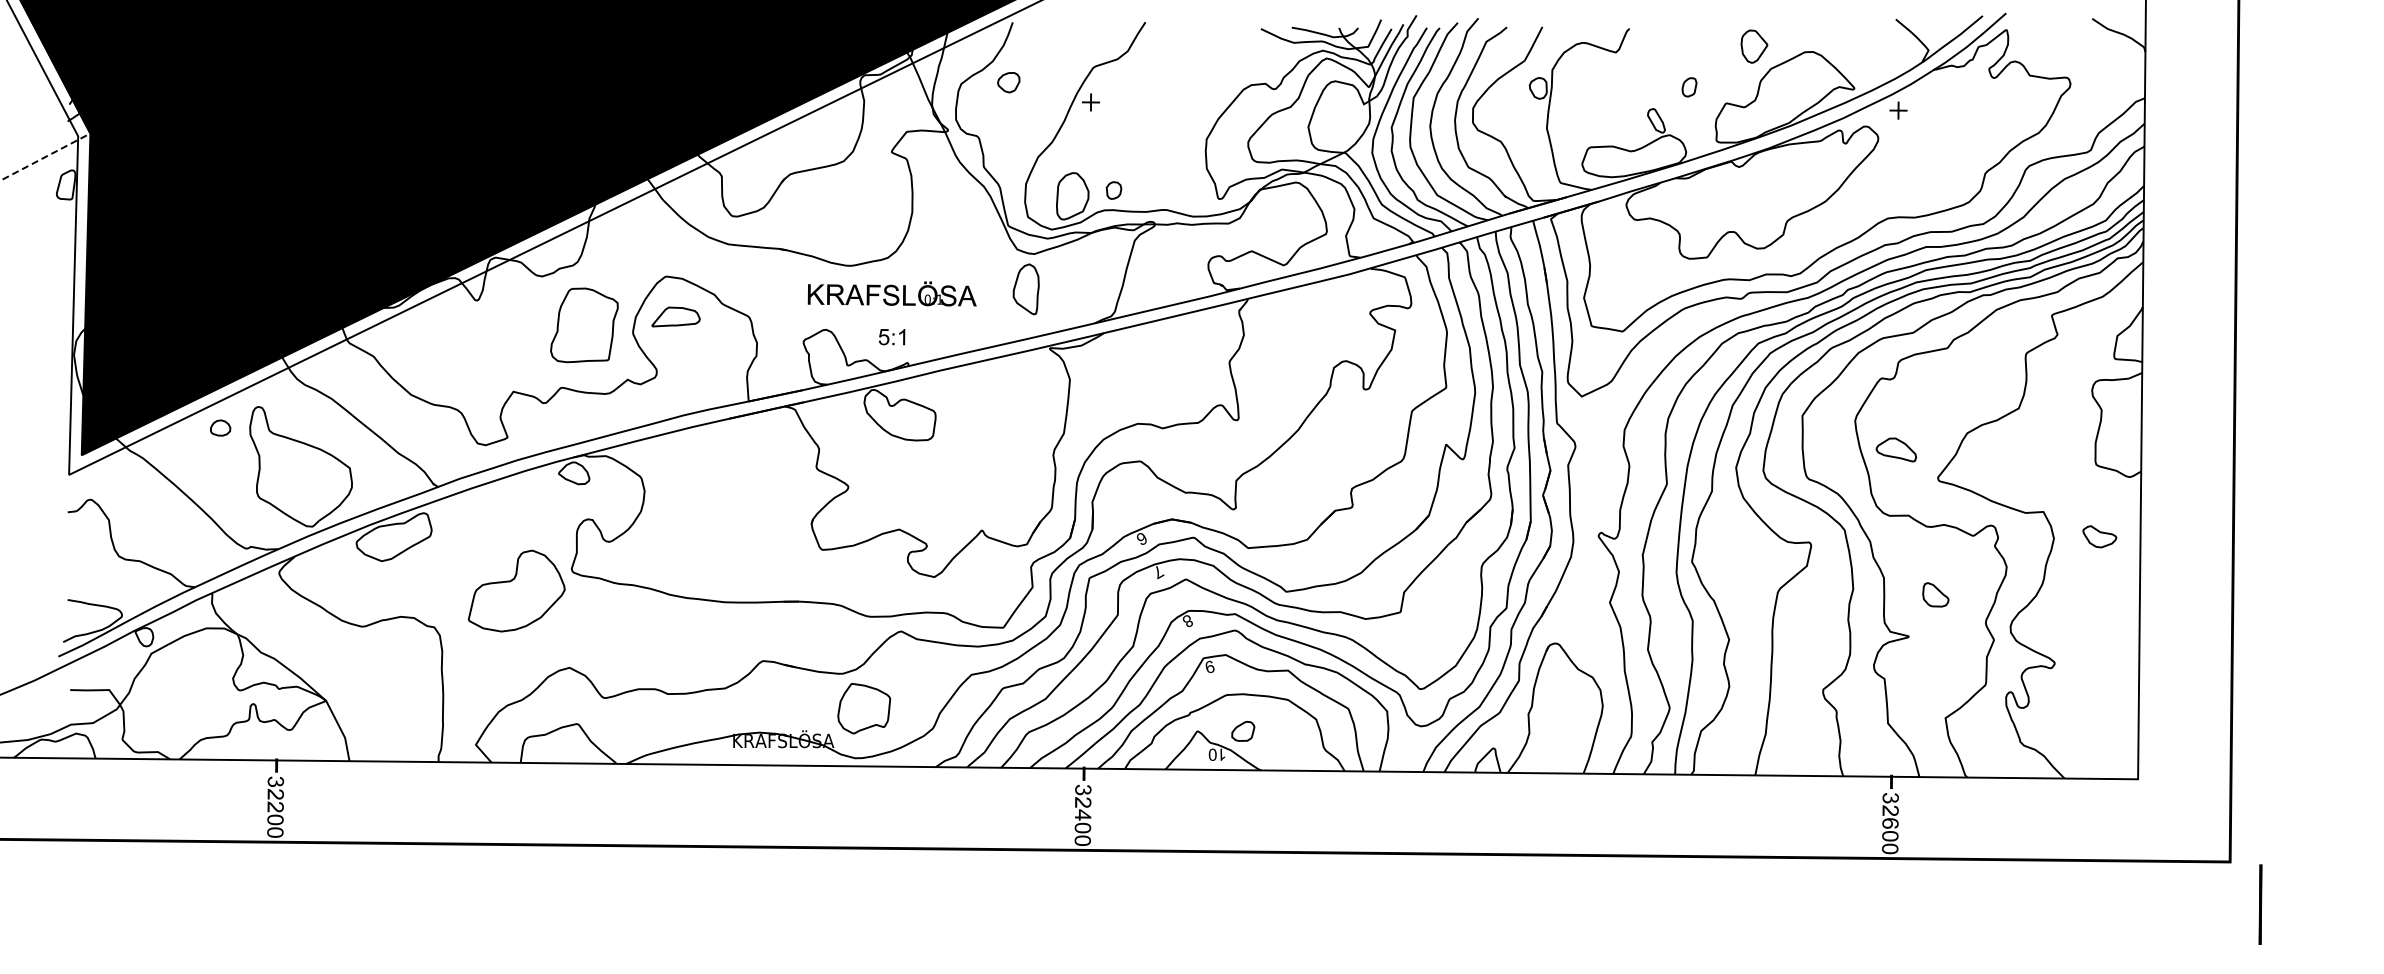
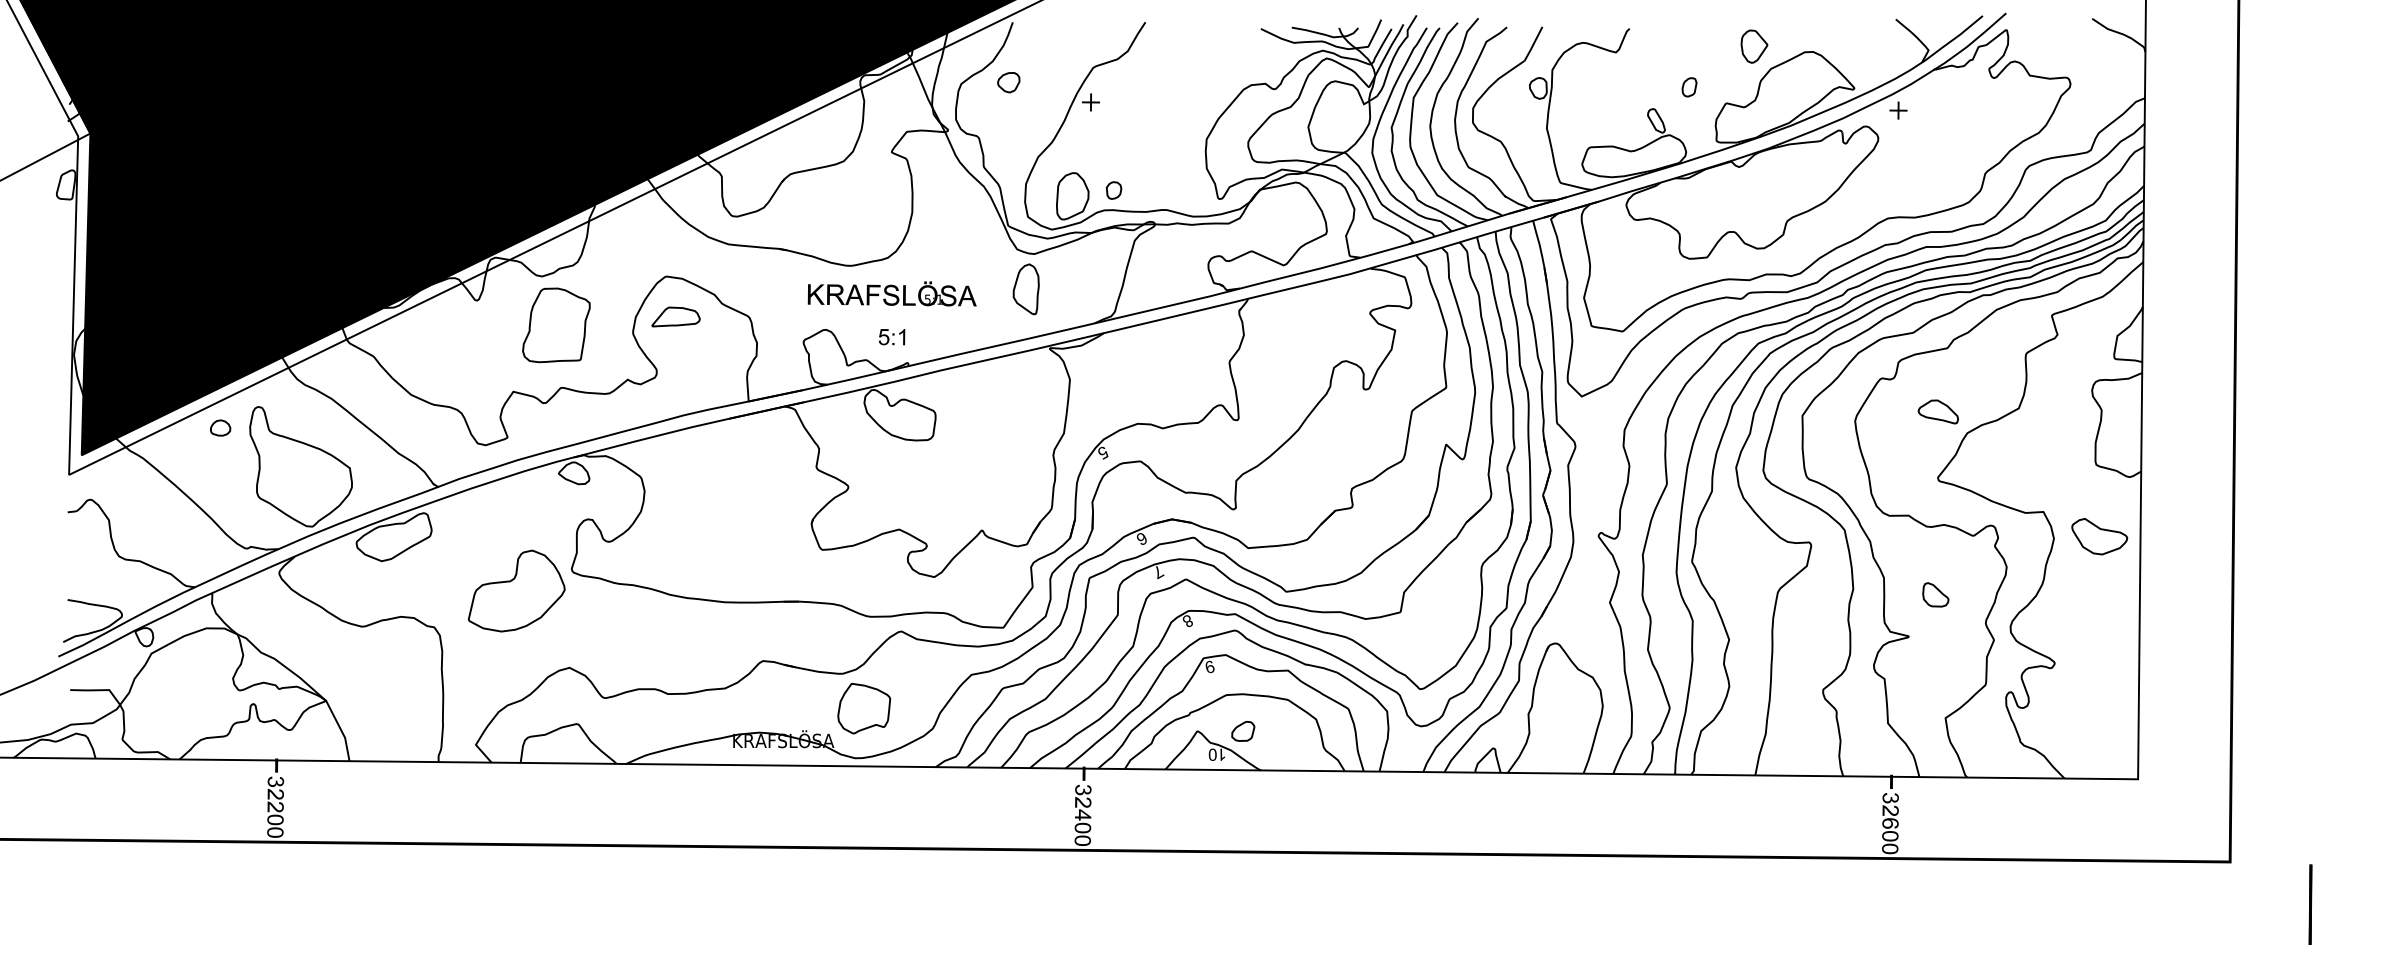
line at (45, 157): dashed -> solid
text at (927, 298): 0:1 -> 5:1
part at (584, 325) position: (584, 325) -> (556, 325)
part at (1895, 449) position: (1895, 449) -> (1937, 411)
fill at (1103, 452): none -> present
part at (2099, 536) size: 36x24 px -> 58x38 px
line at (2260, 904) position: (2260, 904) -> (2310, 904)
